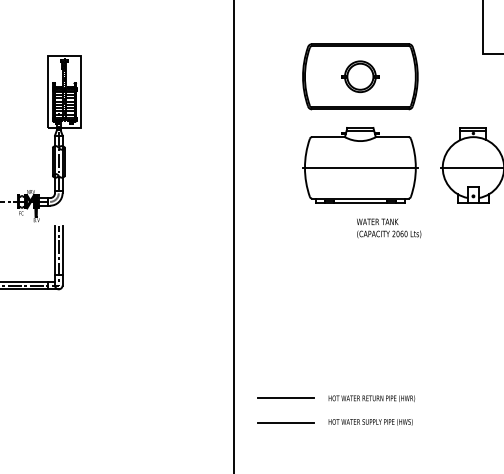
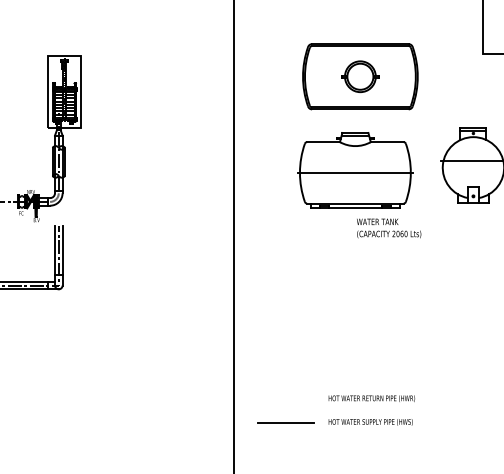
part at (360, 165) position: (360, 165) -> (355, 170)
line at (470, 167) position: (470, 167) -> (470, 160)
line at (285, 398): present -> none
